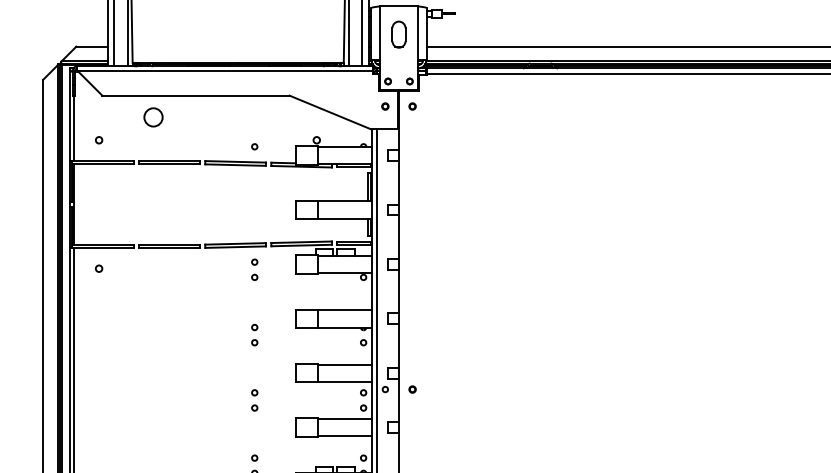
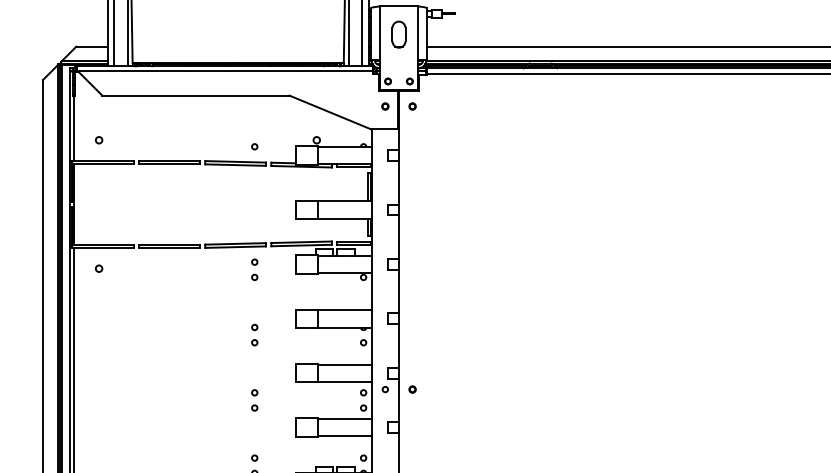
circle at (153, 117): present -> none
line at (376, 299): present -> none
